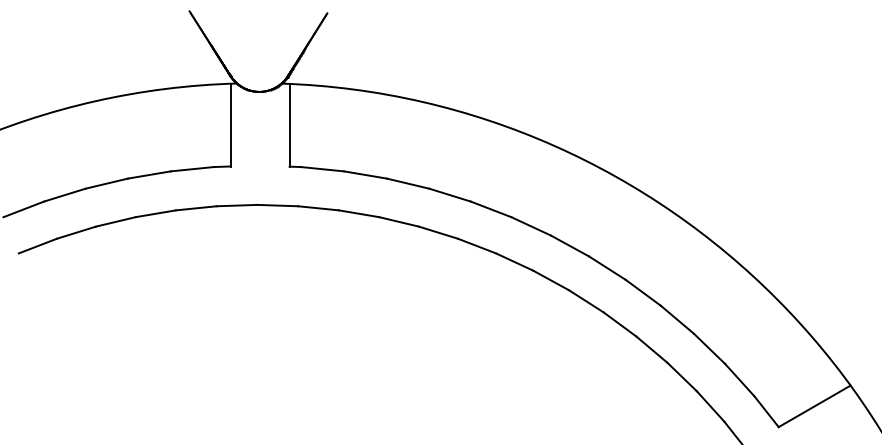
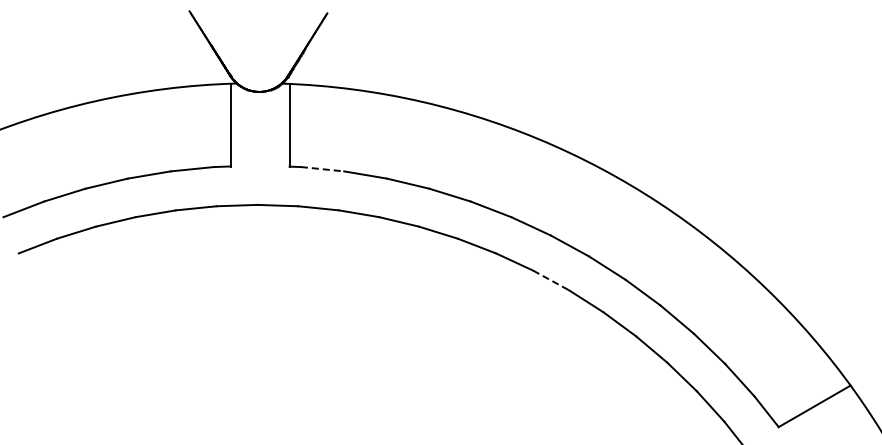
line at (322, 169): solid -> dashed
line at (551, 280): solid -> dashed
